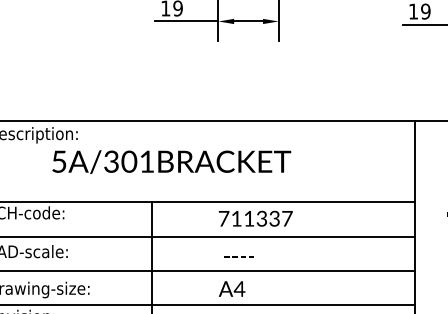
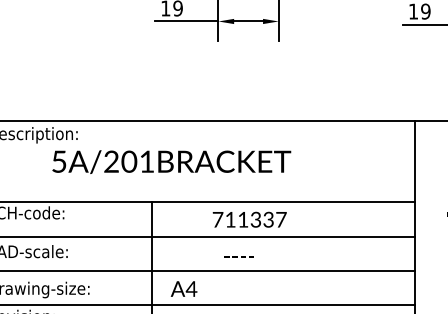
text at (111, 163): 5A/301 -> 5A/201
text at (255, 218) position: (255, 218) -> (249, 219)
text at (231, 288) position: (231, 288) -> (183, 288)
